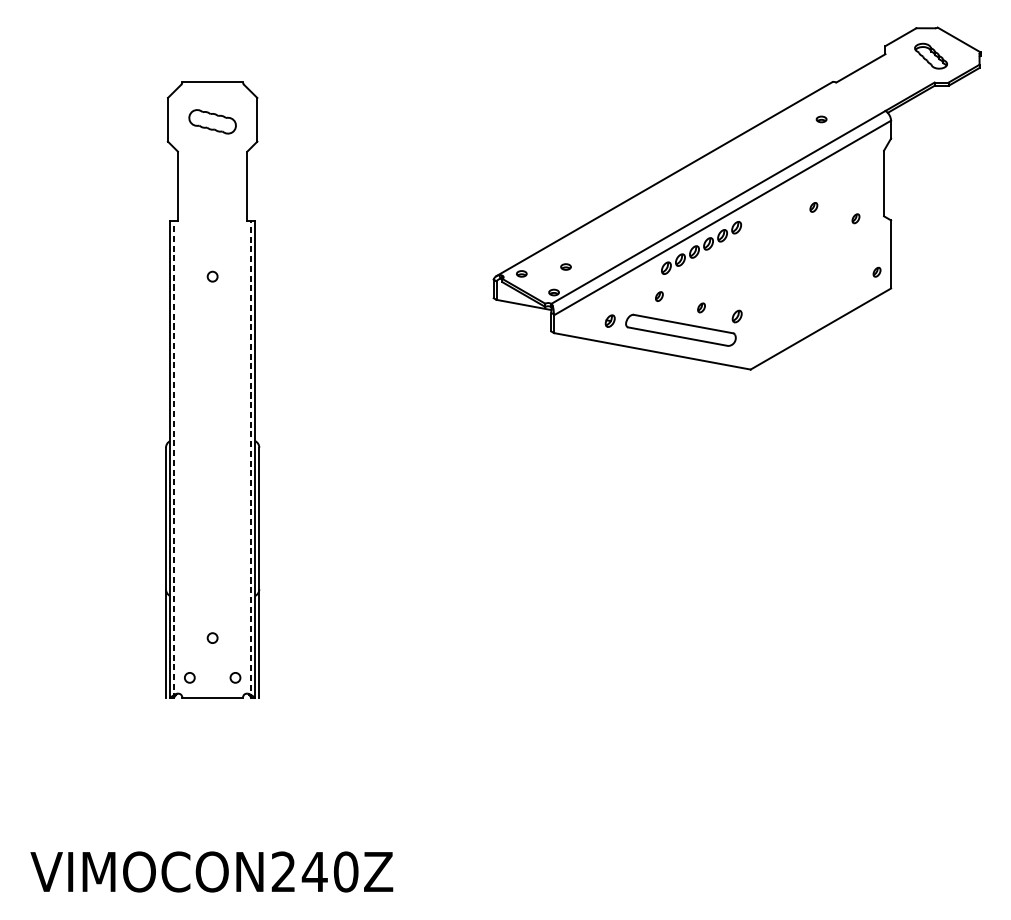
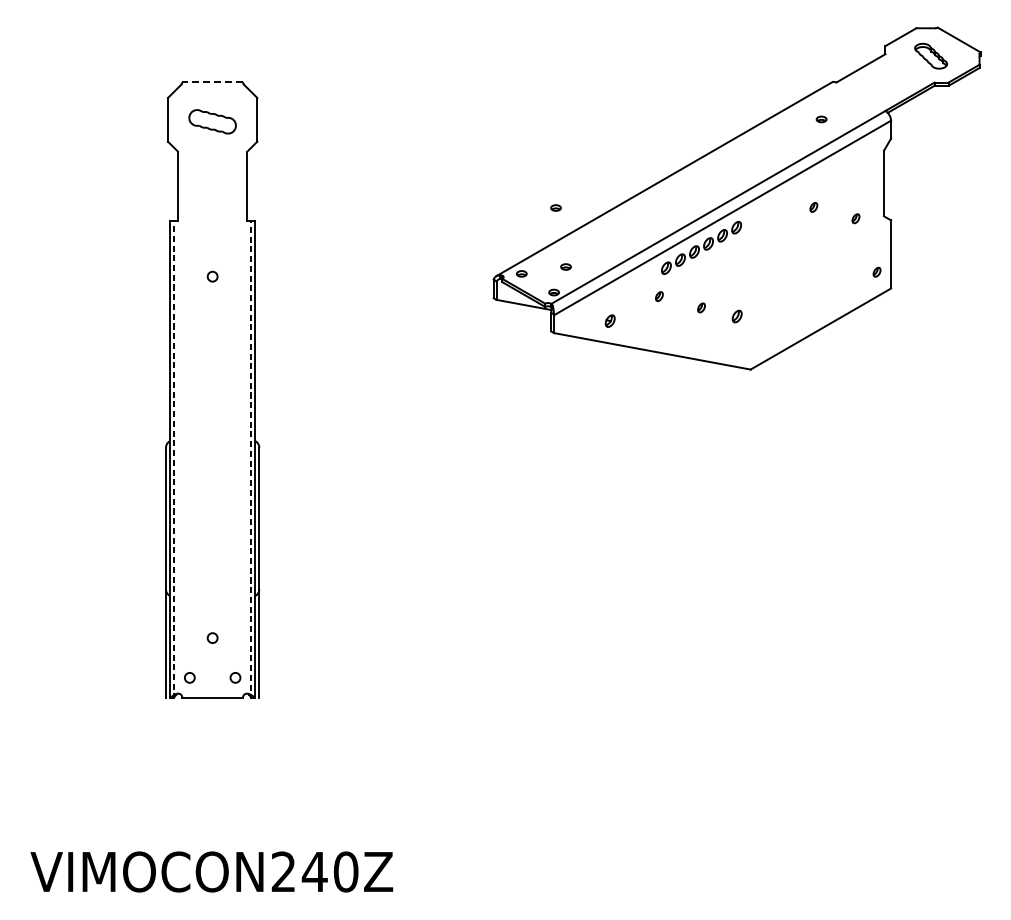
line at (212, 82): solid -> dashed
part at (555, 207): none -> present
part at (680, 329): present -> none
